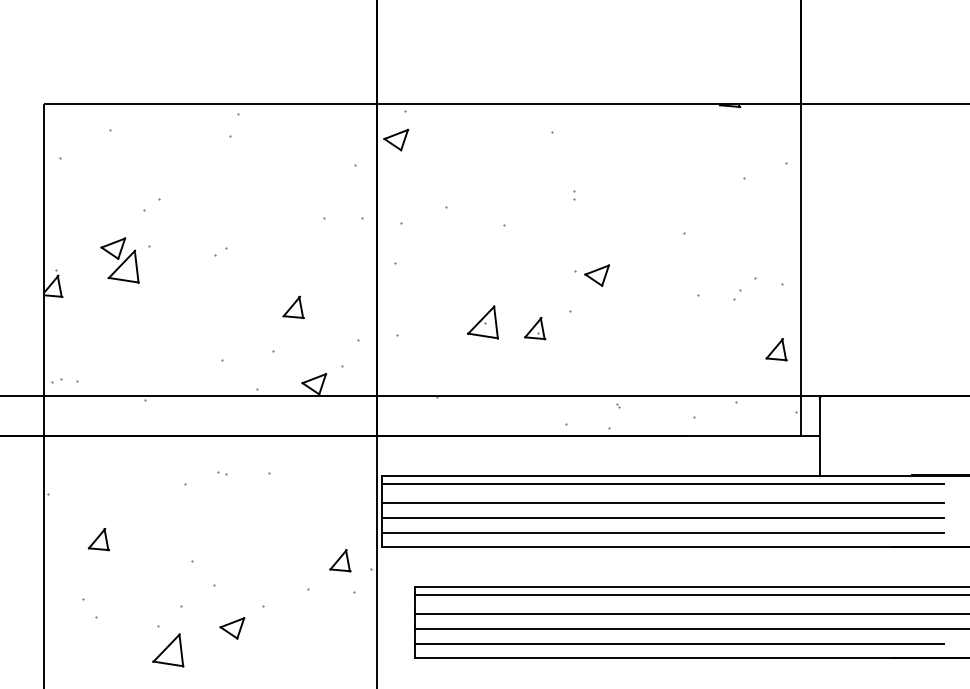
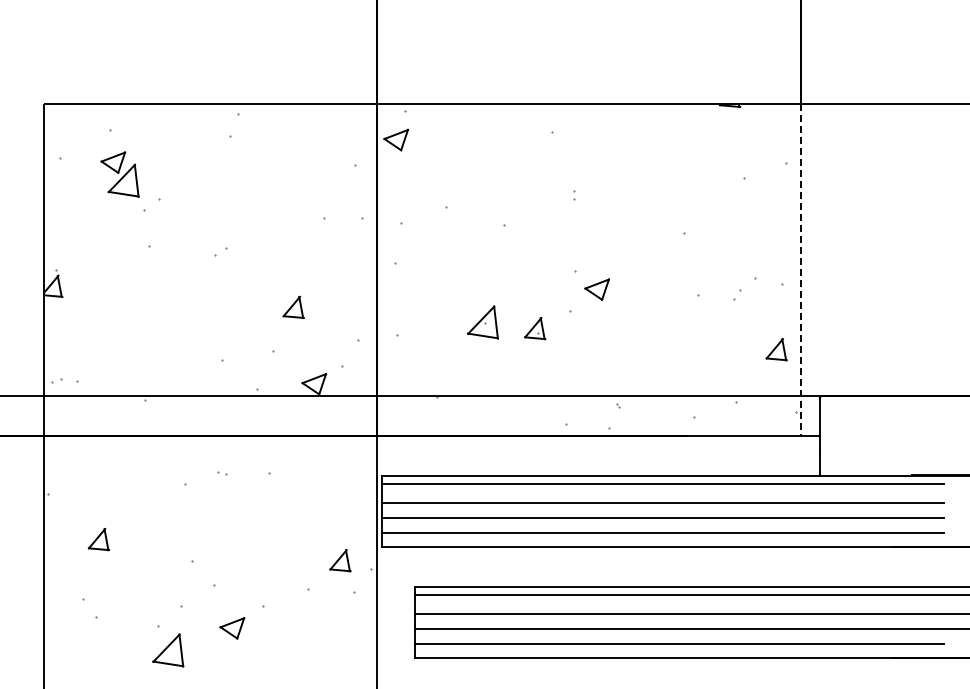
part at (119, 260) position: (119, 260) -> (119, 174)
line at (801, 270): solid -> dashed
part at (596, 275) position: (596, 275) -> (596, 289)
